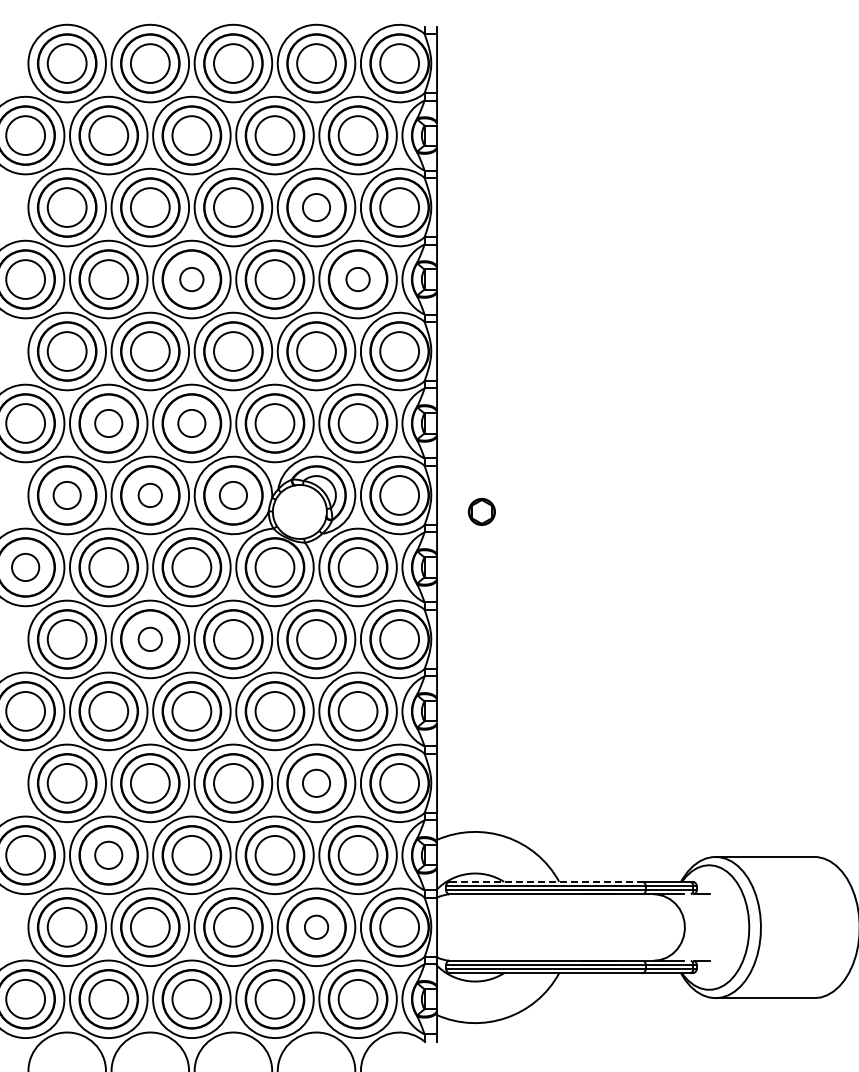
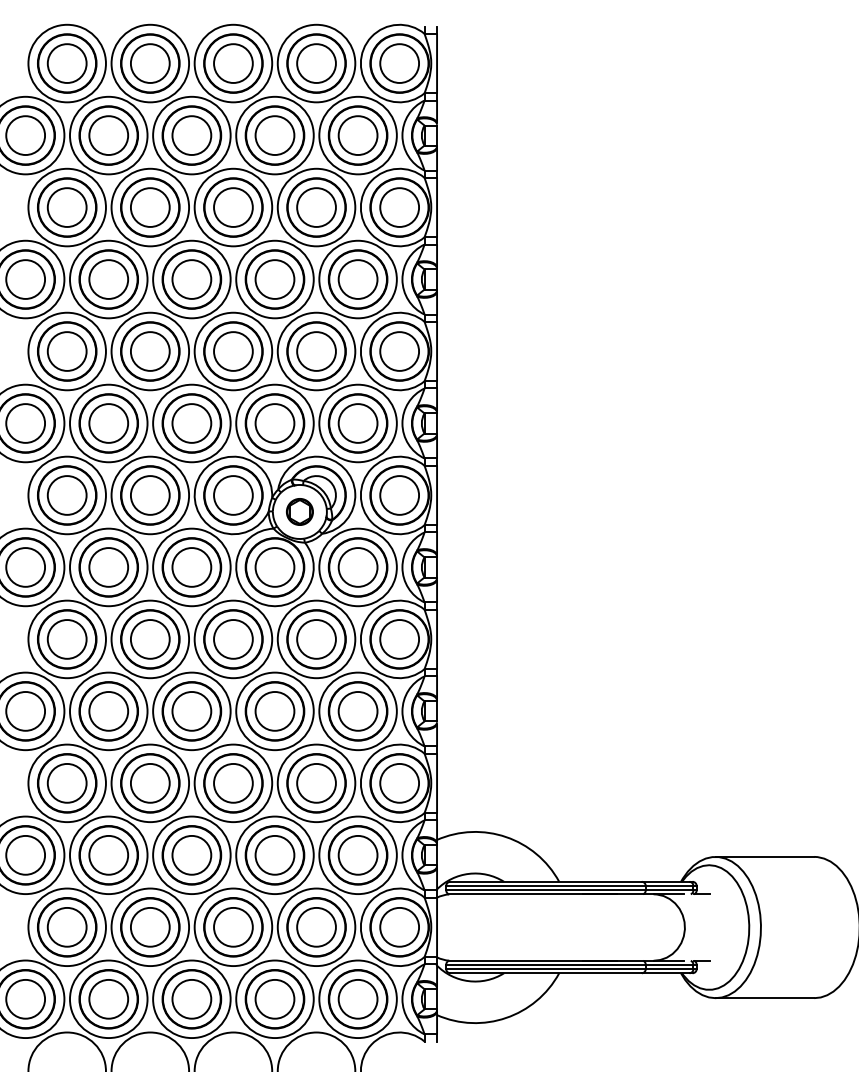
circle at (316, 207) diameter: 27 px -> 39 px
circle at (191, 279) diameter: 23 px -> 39 px
circle at (357, 279) diameter: 23 px -> 39 px
circle at (108, 423) diameter: 27 px -> 39 px
circle at (191, 423) diameter: 27 px -> 39 px
circle at (66, 495) diameter: 27 px -> 39 px
circle at (149, 495) diameter: 23 px -> 39 px
circle at (233, 495) diameter: 27 px -> 39 px
part at (481, 511) position: (481, 511) -> (299, 511)
circle at (25, 567) diameter: 27 px -> 39 px
circle at (149, 639) diameter: 23 px -> 39 px
circle at (316, 782) diameter: 27 px -> 39 px
circle at (108, 854) diameter: 27 px -> 39 px
line at (546, 881): dashed -> solid
circle at (316, 926) diameter: 23 px -> 39 px
